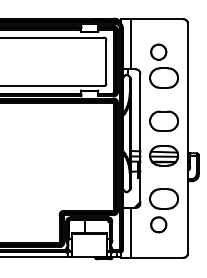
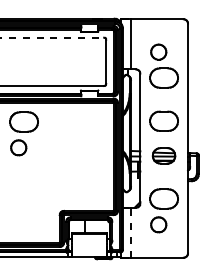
line at (52, 37): solid -> dashed
part at (23, 133): none -> present
part at (163, 155) size: 30x22 px -> 26x18 px
line at (130, 232): solid -> dashed
